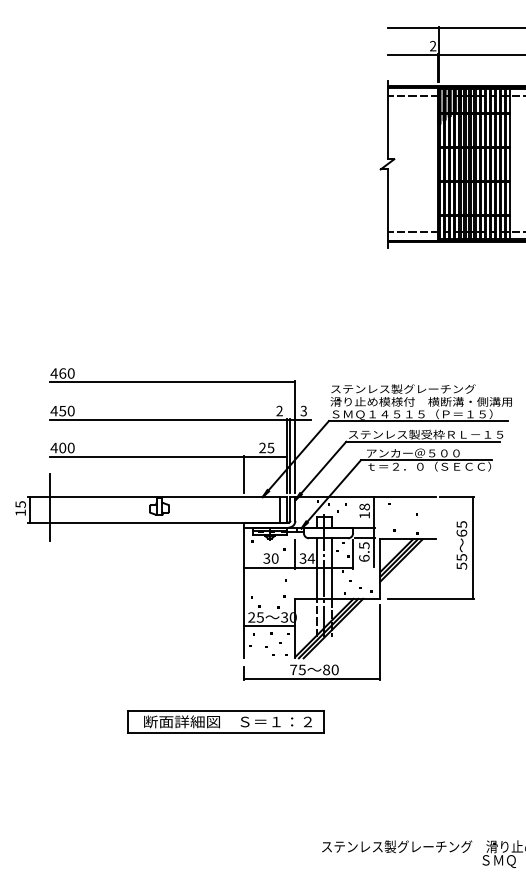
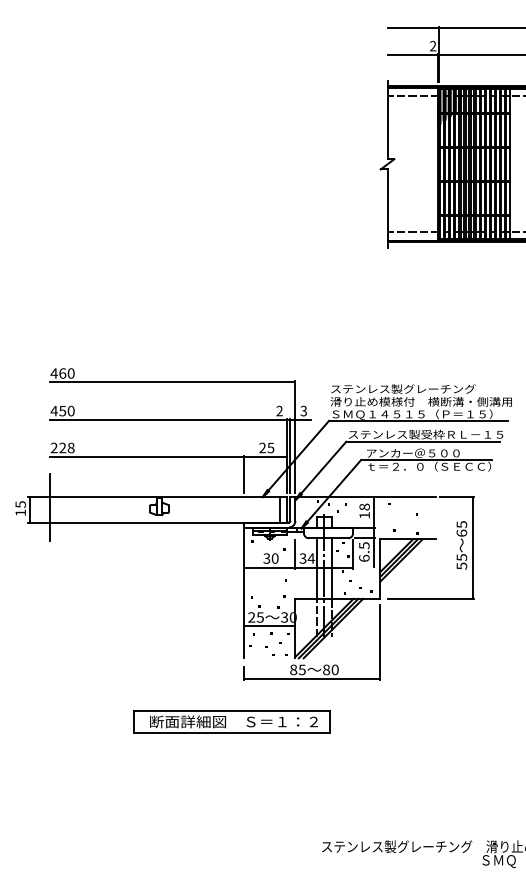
text at (62, 447): 400 -> 228
text at (293, 669): 75 -> 85
part at (225, 721) position: (225, 721) -> (231, 721)
